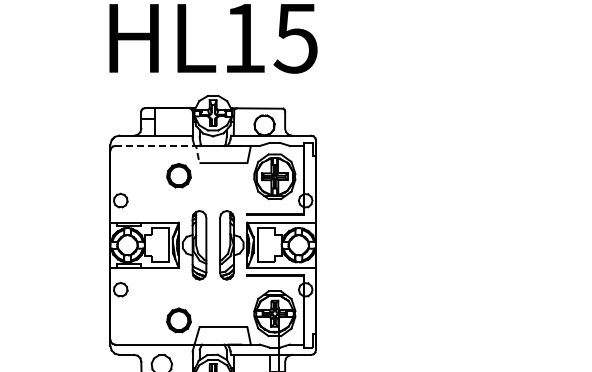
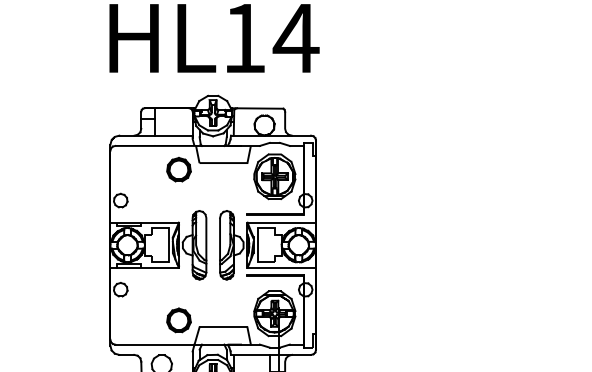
text at (295, 38): L15 -> L14
line at (165, 145): dashed -> solid
part at (178, 175) position: (178, 175) -> (178, 169)
